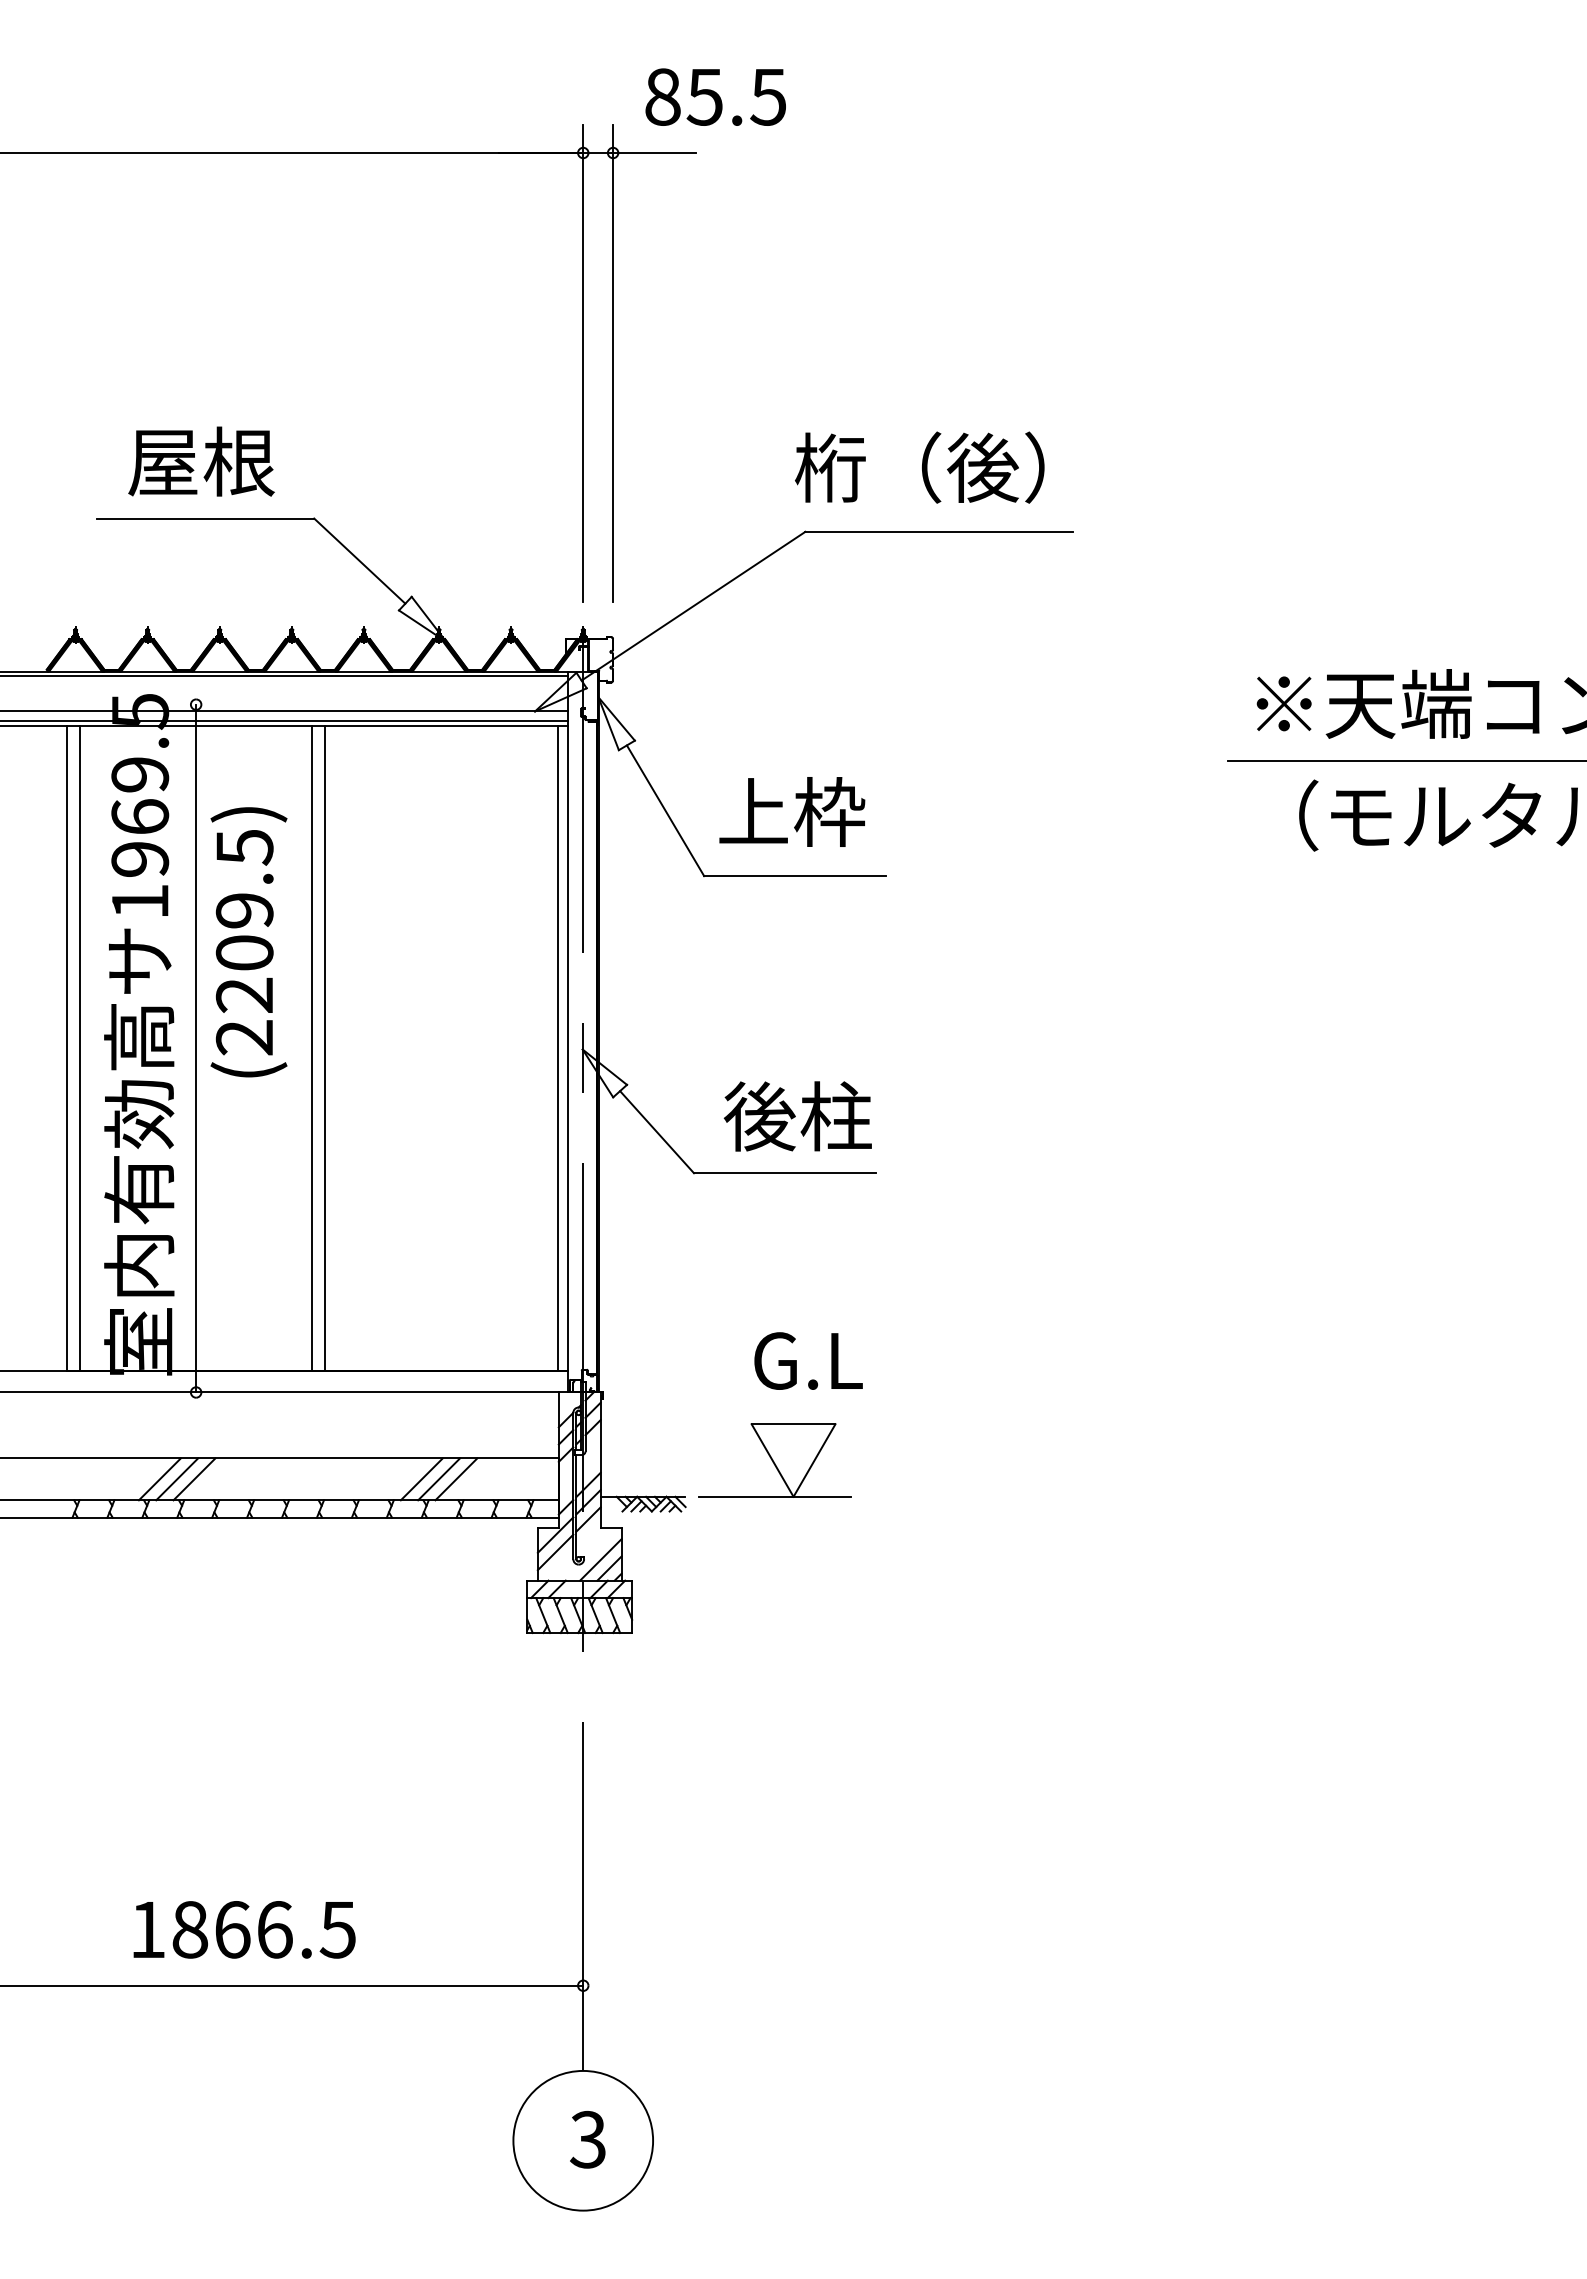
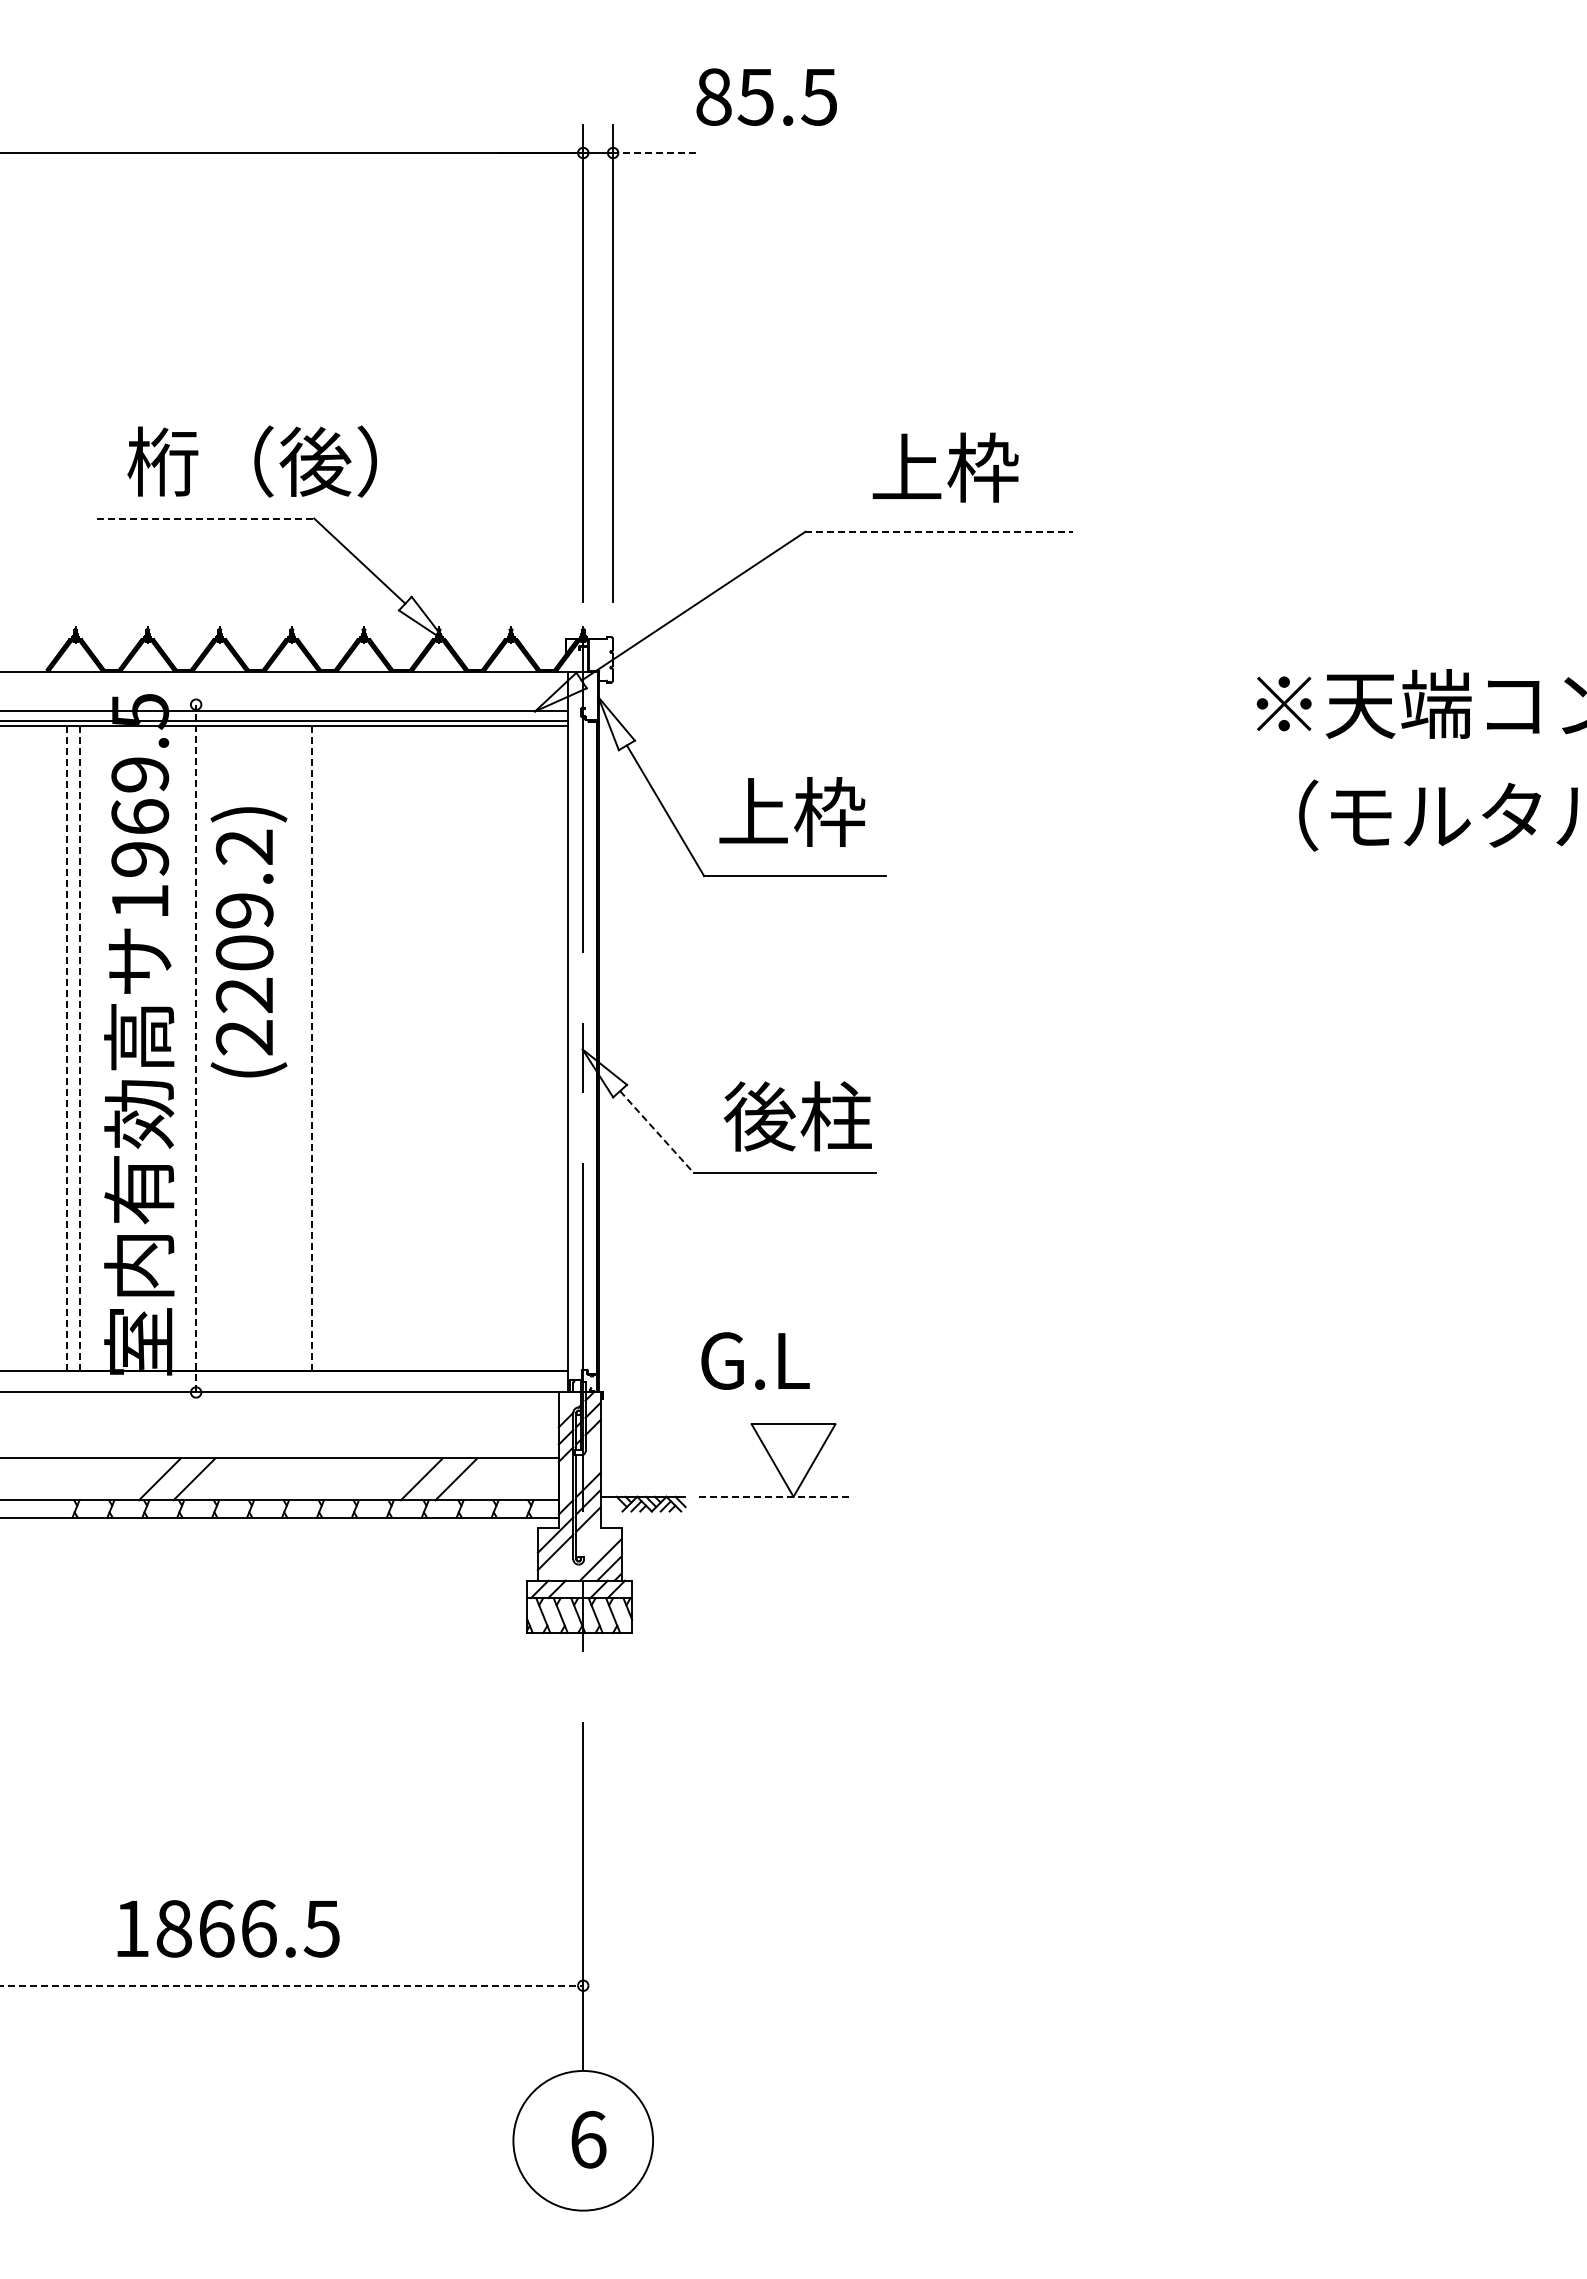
text at (715, 96) position: (715, 96) -> (766, 96)
line at (653, 153): solid -> dashed
text at (251, 461): 屋根 -> 桁（後）
text at (919, 467): 桁（後） -> 上枠
line at (205, 518): solid -> dashed
line at (939, 531): solid -> dashed
line at (285, 676): present -> none
line at (1405, 760): present -> none
text at (244, 847): (2209.5) -> (2209.2)
line at (67, 1048): solid -> dashed
line at (80, 1048): solid -> dashed
line at (196, 1048): solid -> dashed
line at (312, 1048): solid -> dashed
line at (325, 1048): present -> none
line at (557, 1048): present -> none
line at (657, 1132): solid -> dashed
text at (808, 1360) position: (808, 1360) -> (755, 1360)
line at (177, 1479): present -> none
line at (439, 1479): present -> none
line at (774, 1496): solid -> dashed
text at (244, 1929) position: (244, 1929) -> (228, 1928)
line at (292, 1985): solid -> dashed
text at (588, 2139): 3 -> 6
